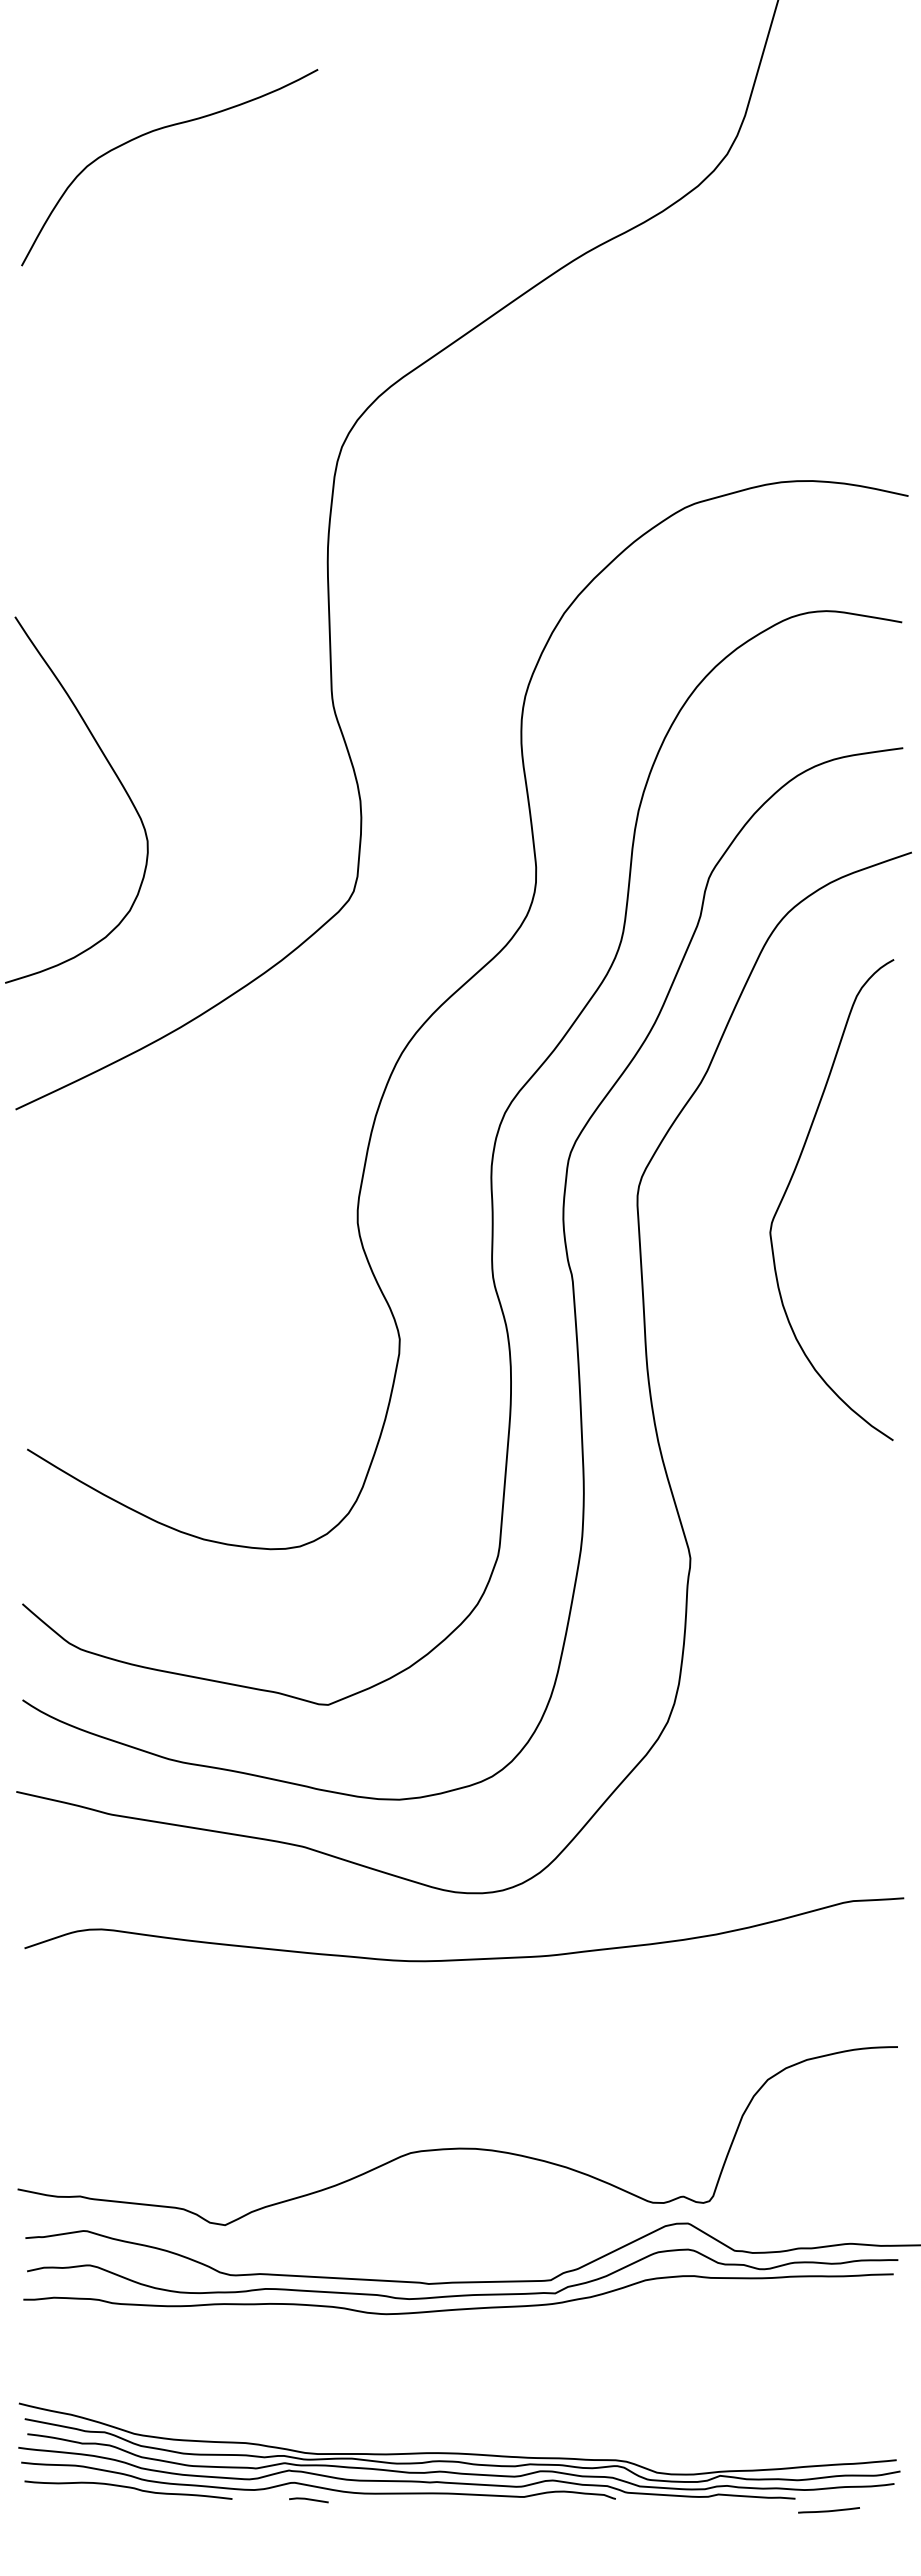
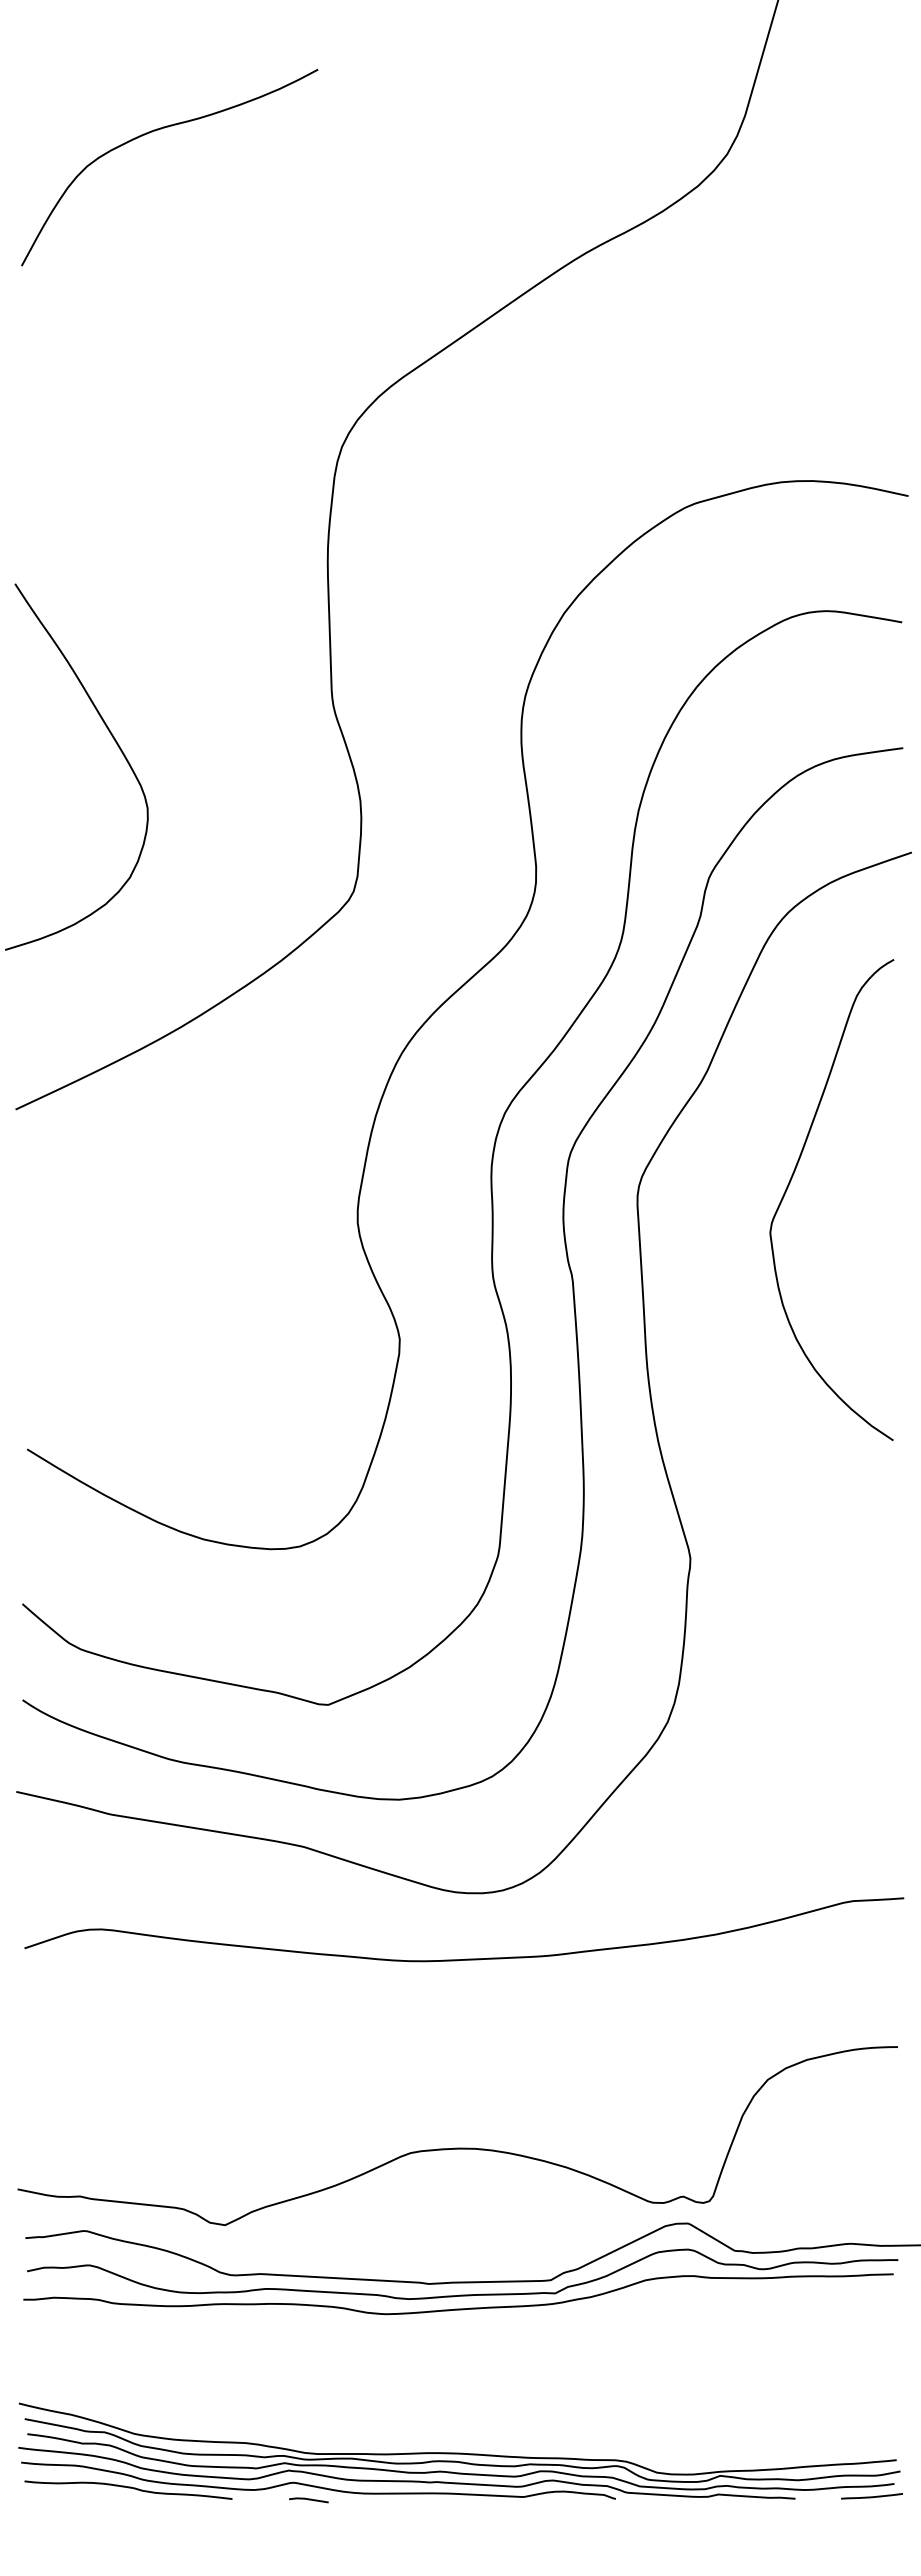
curve at (116, 777) position: (116, 777) -> (116, 744)
line at (828, 2510) position: (828, 2510) -> (871, 2496)
